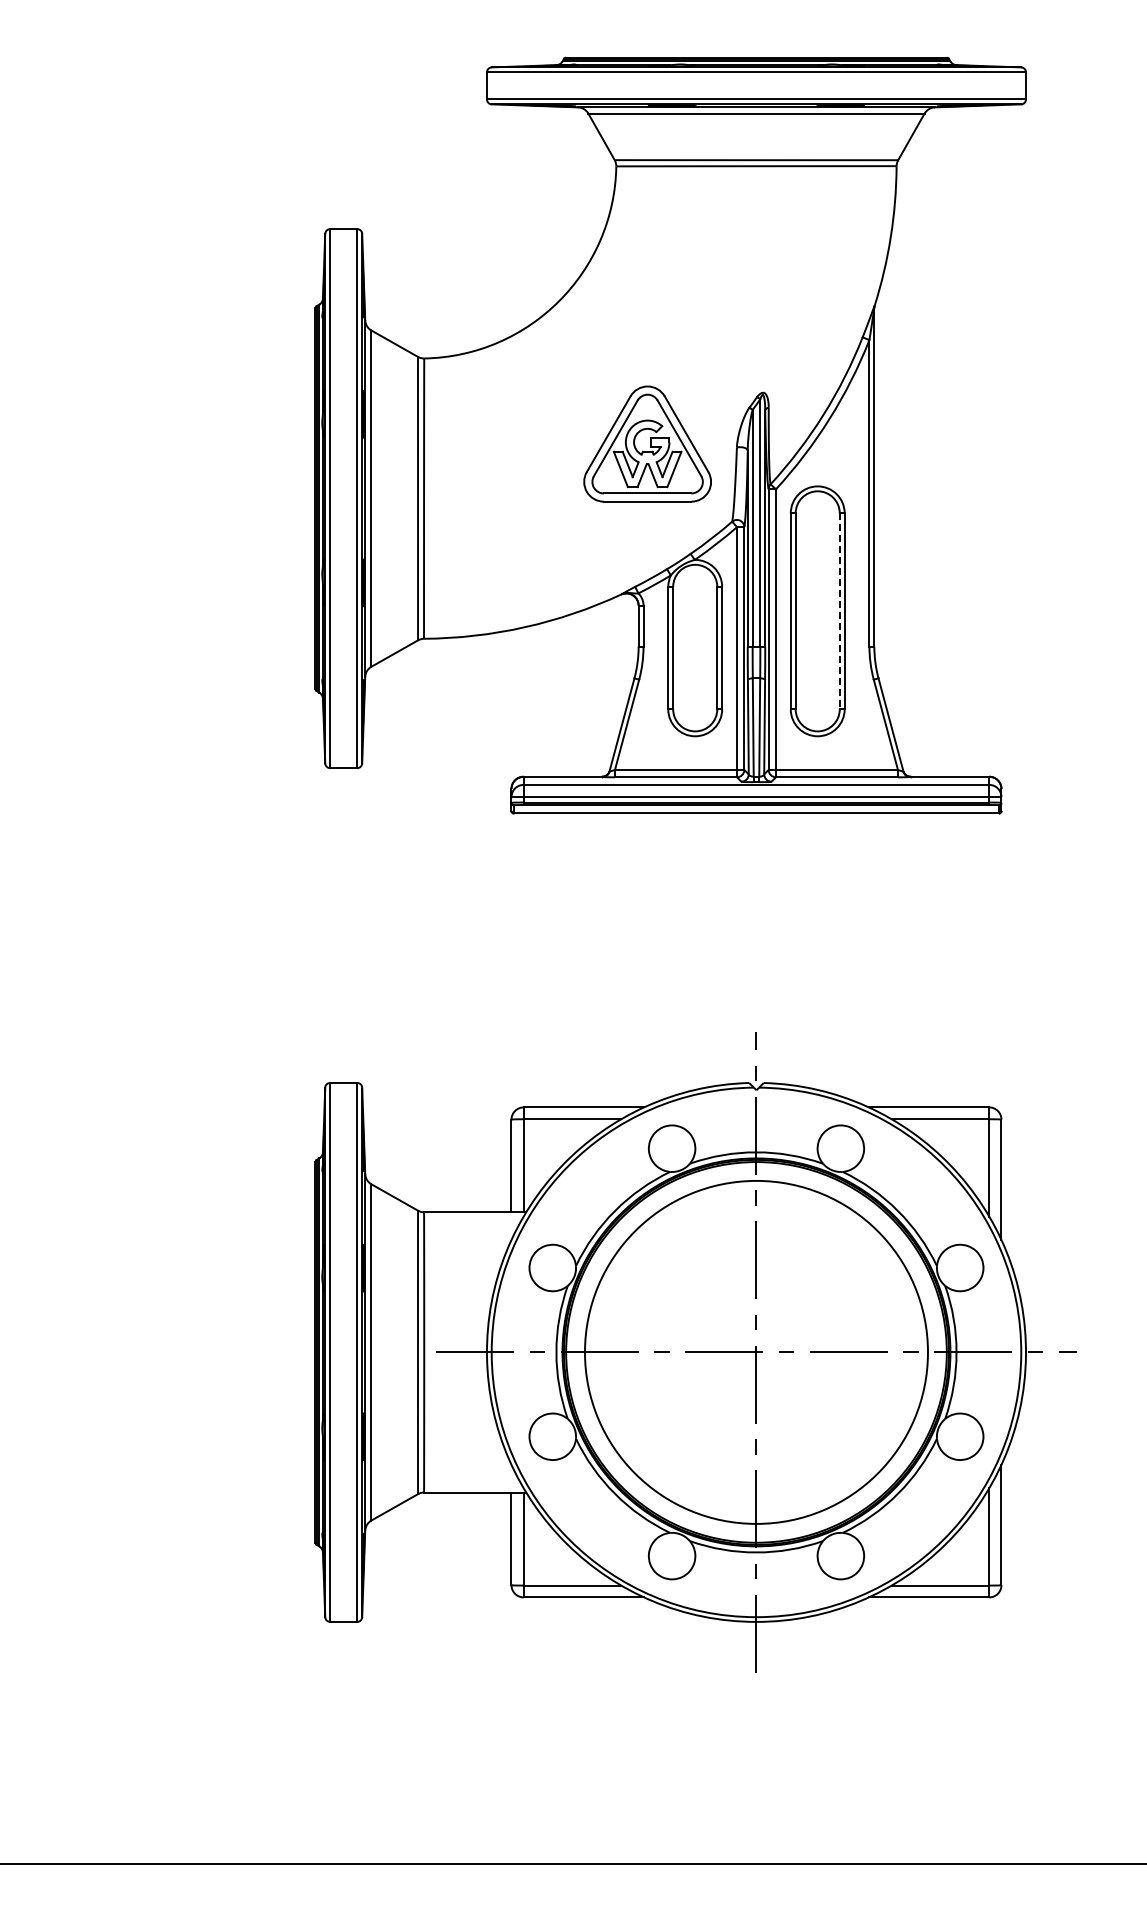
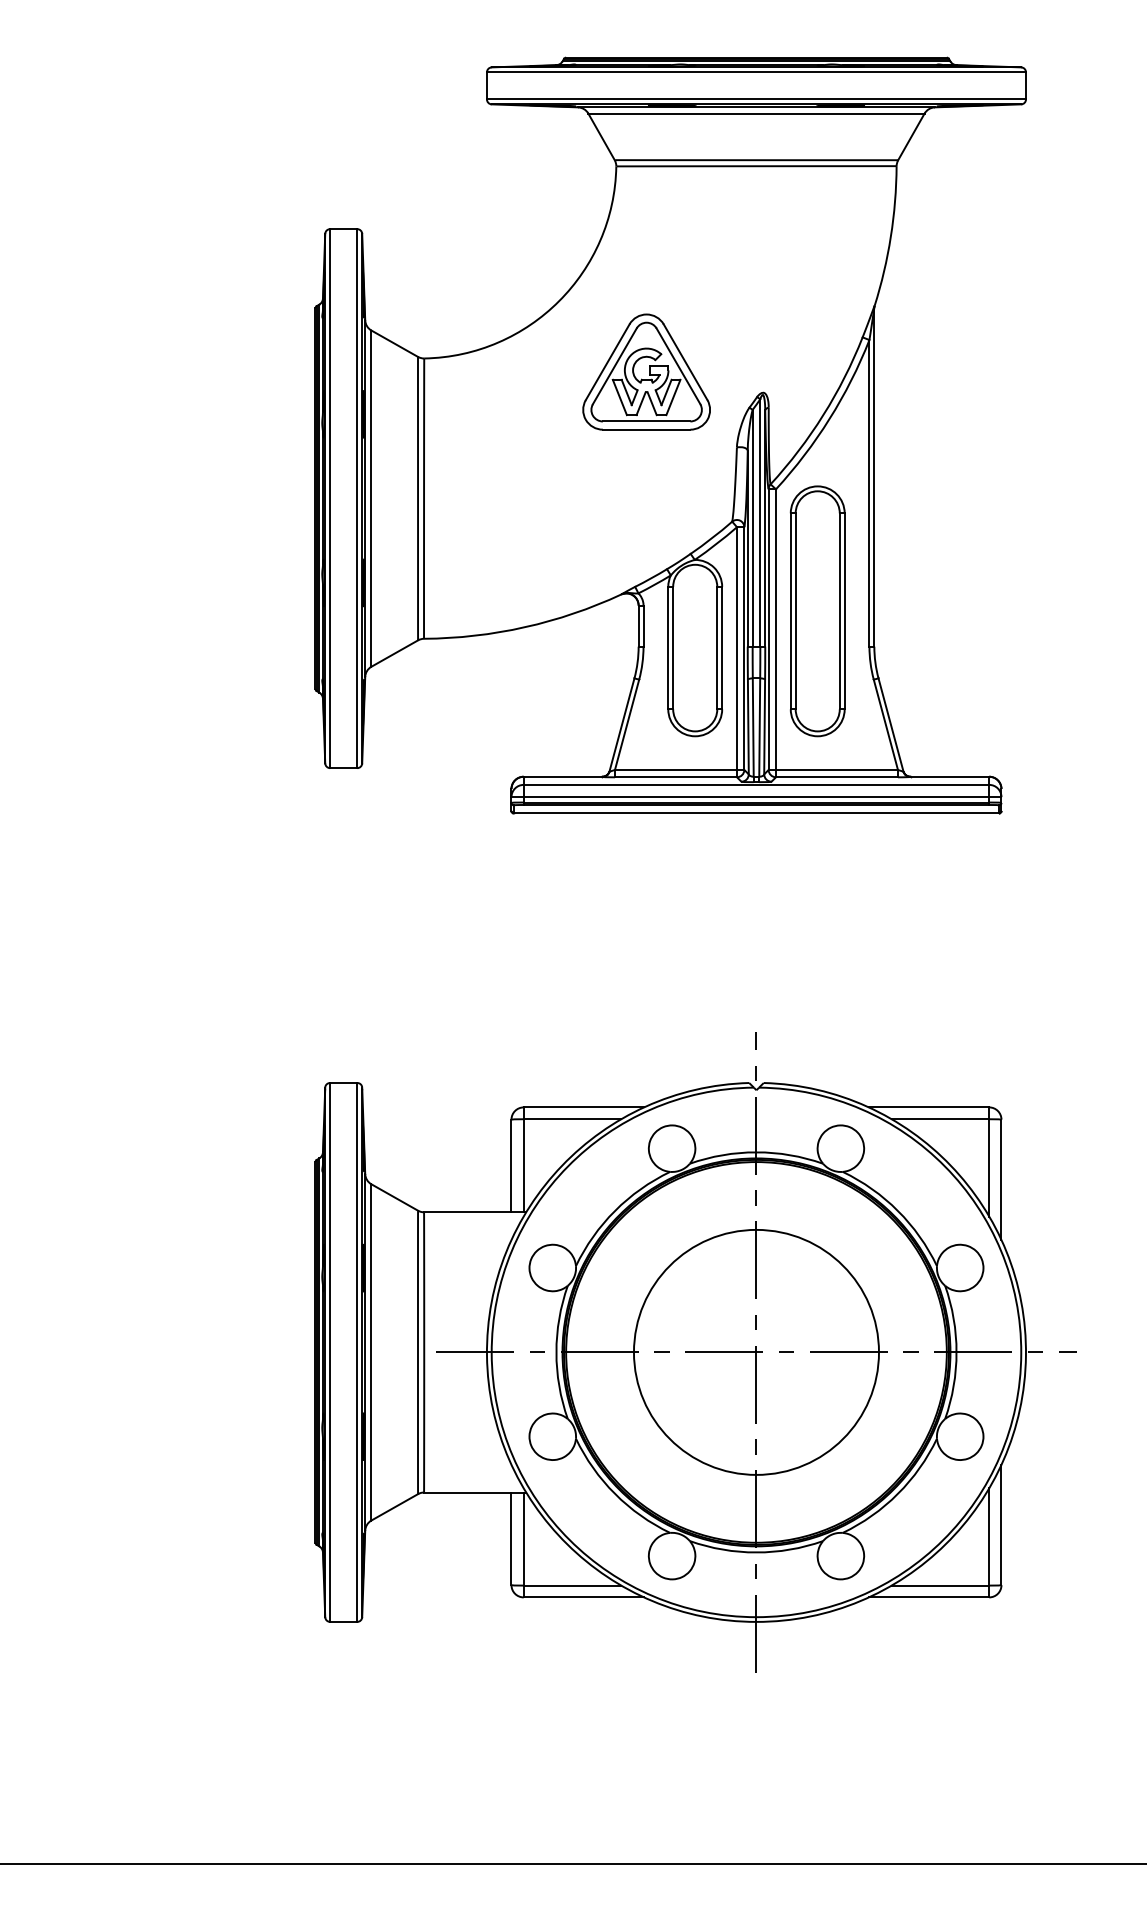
part at (647, 443) position: (647, 443) -> (646, 371)
line at (839, 611): dashed -> solid
circle at (755, 1351) diameter: 343 px -> 245 px
